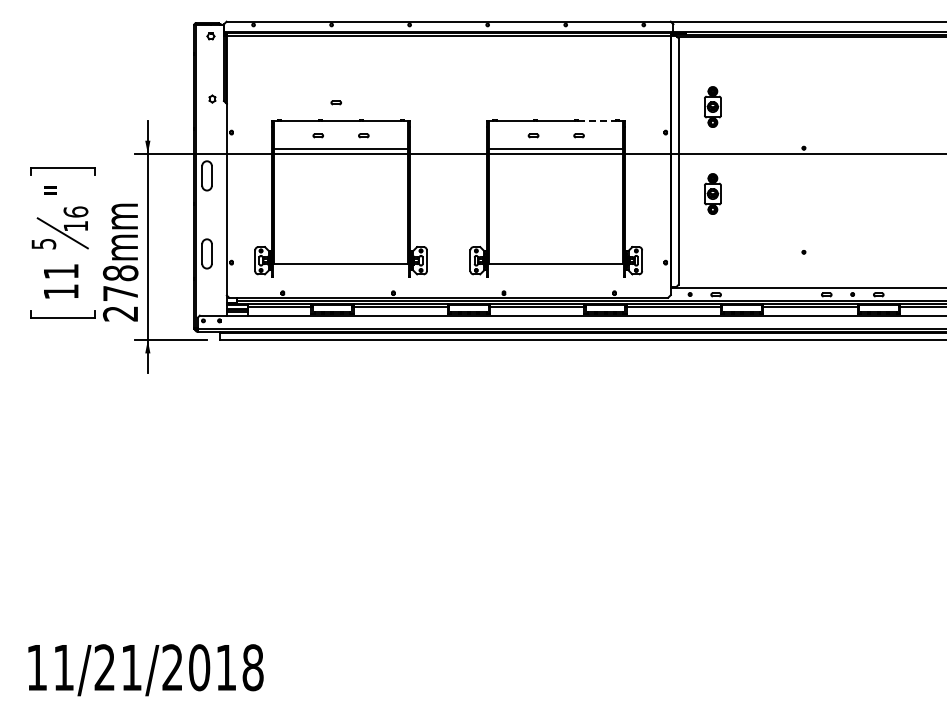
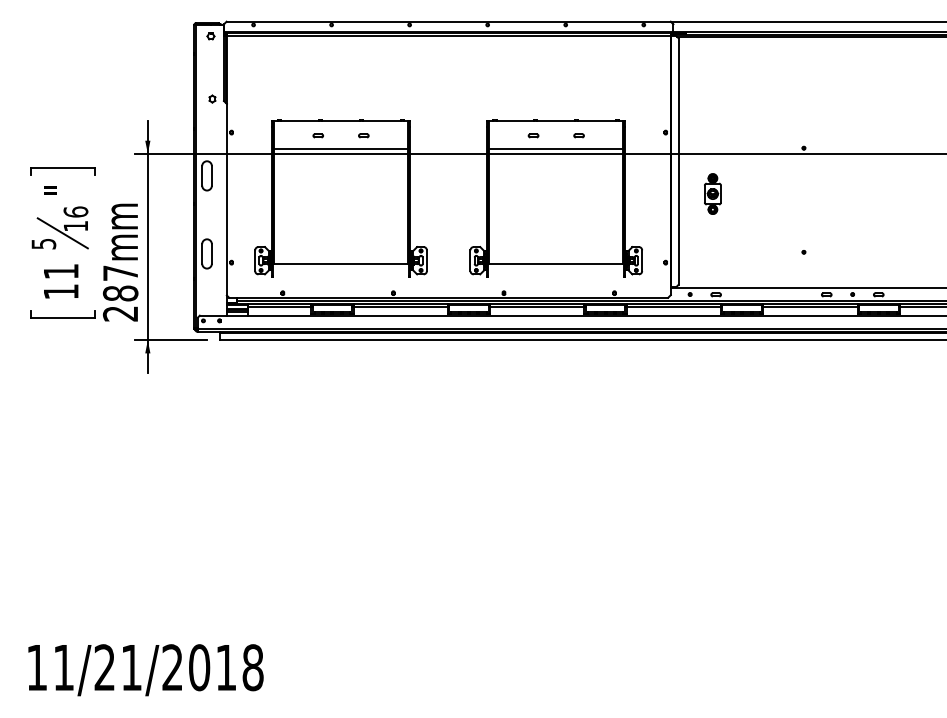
part at (335, 102): present -> none
part at (712, 106): present -> none
line at (597, 120): dashed -> solid
text at (120, 283): 278mm -> 287mm
